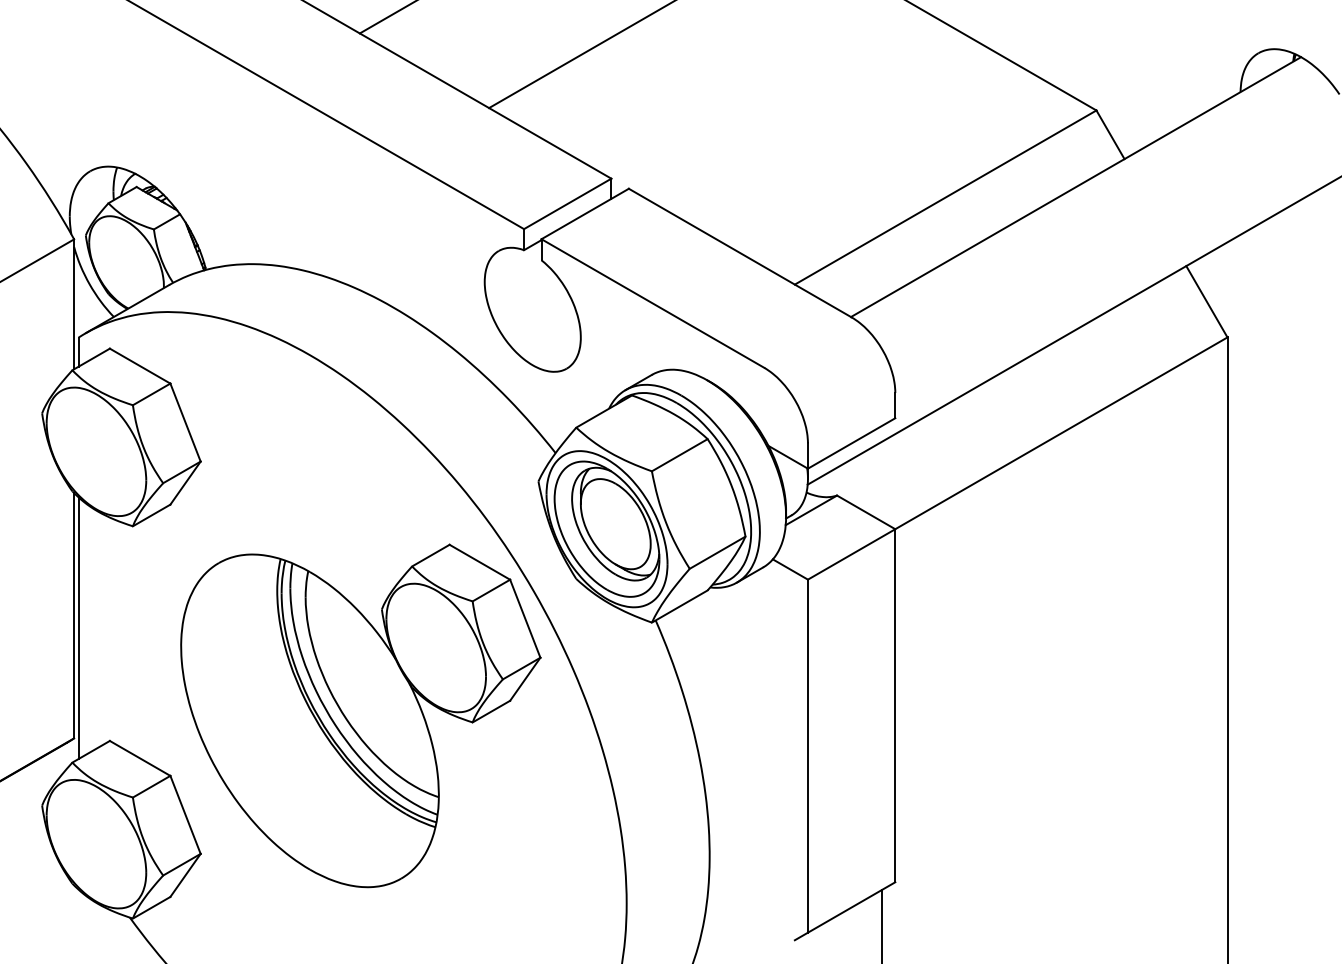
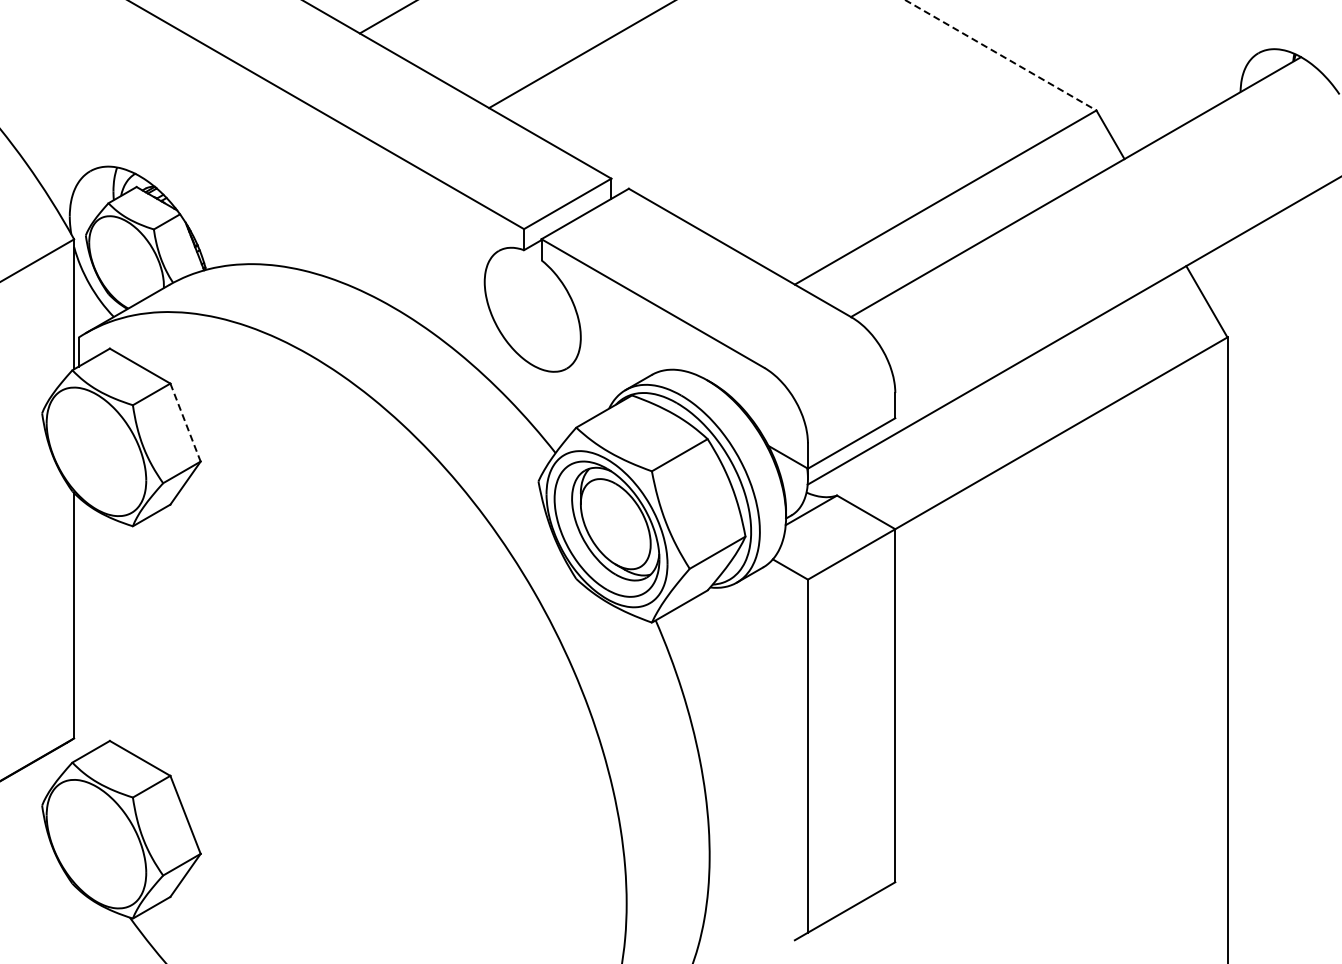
line at (1001, 55): solid -> dashed
line at (185, 422): solid -> dashed
line at (78, 628): present -> none
part at (360, 715): present -> none
line at (882, 924): present -> none
